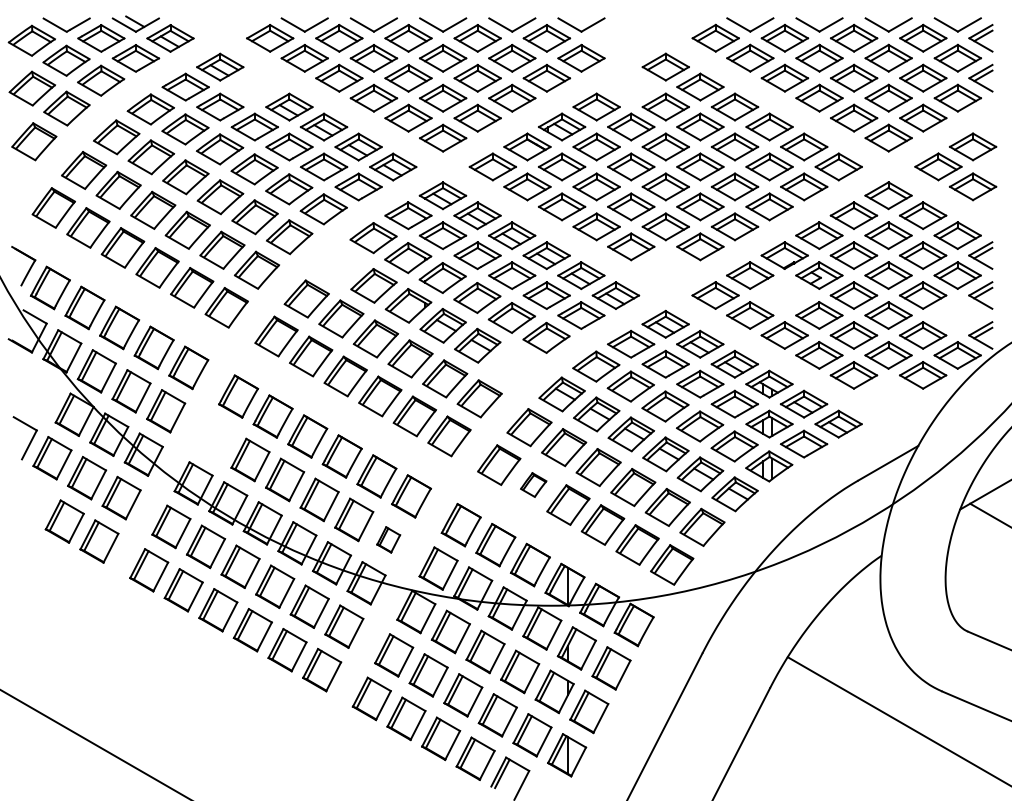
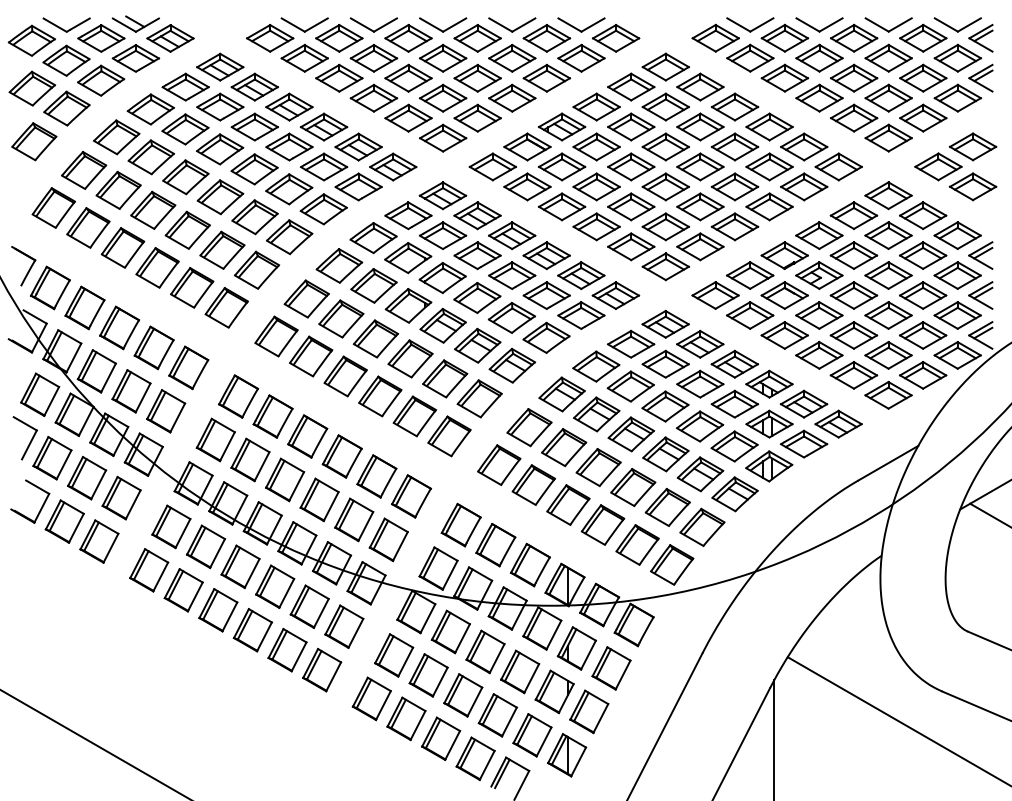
part at (615, 38): none -> present
part at (254, 86): none -> present
part at (631, 86): none -> present
part at (339, 265): none -> present
part at (665, 266): none -> present
part at (784, 295): none -> present
part at (957, 315): none -> present
part at (511, 365): none -> present
part at (40, 394): none -> present
part at (888, 394): none -> present
part at (215, 439): none -> present
part at (533, 484) size: 28x26 px -> 45x42 px
part at (41, 506): none -> present
part at (388, 539) size: 26x28 px -> 41x46 px
line at (774, 738): none -> present
